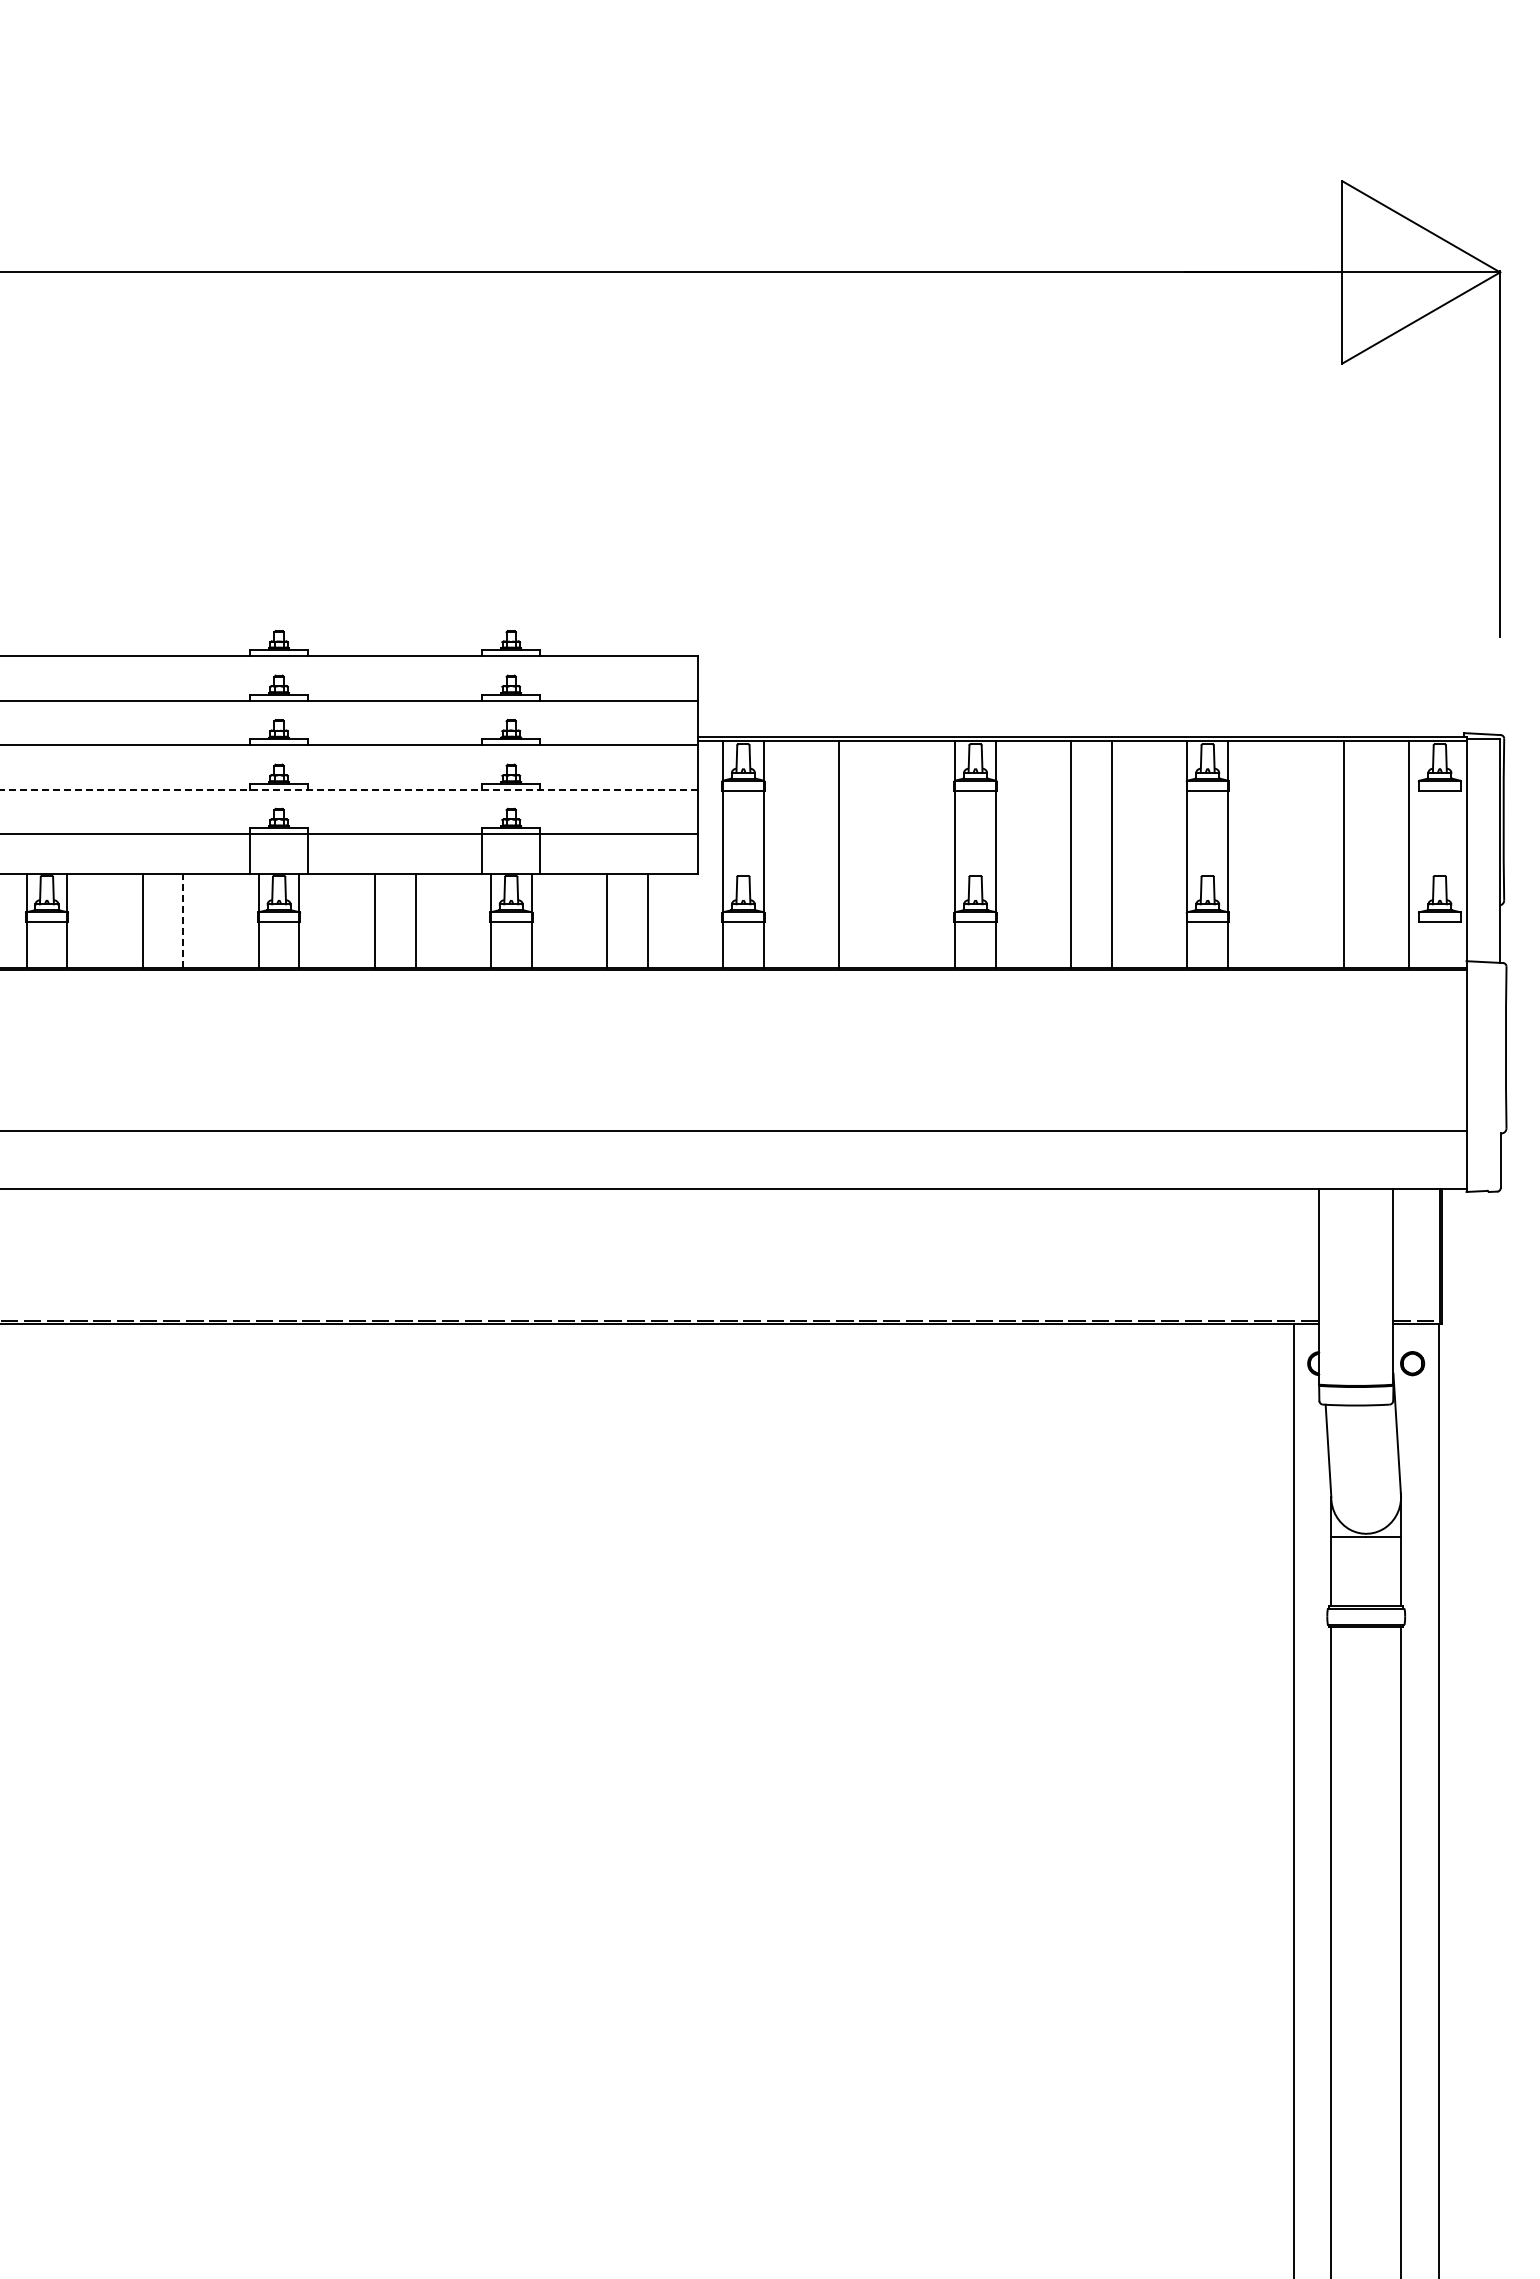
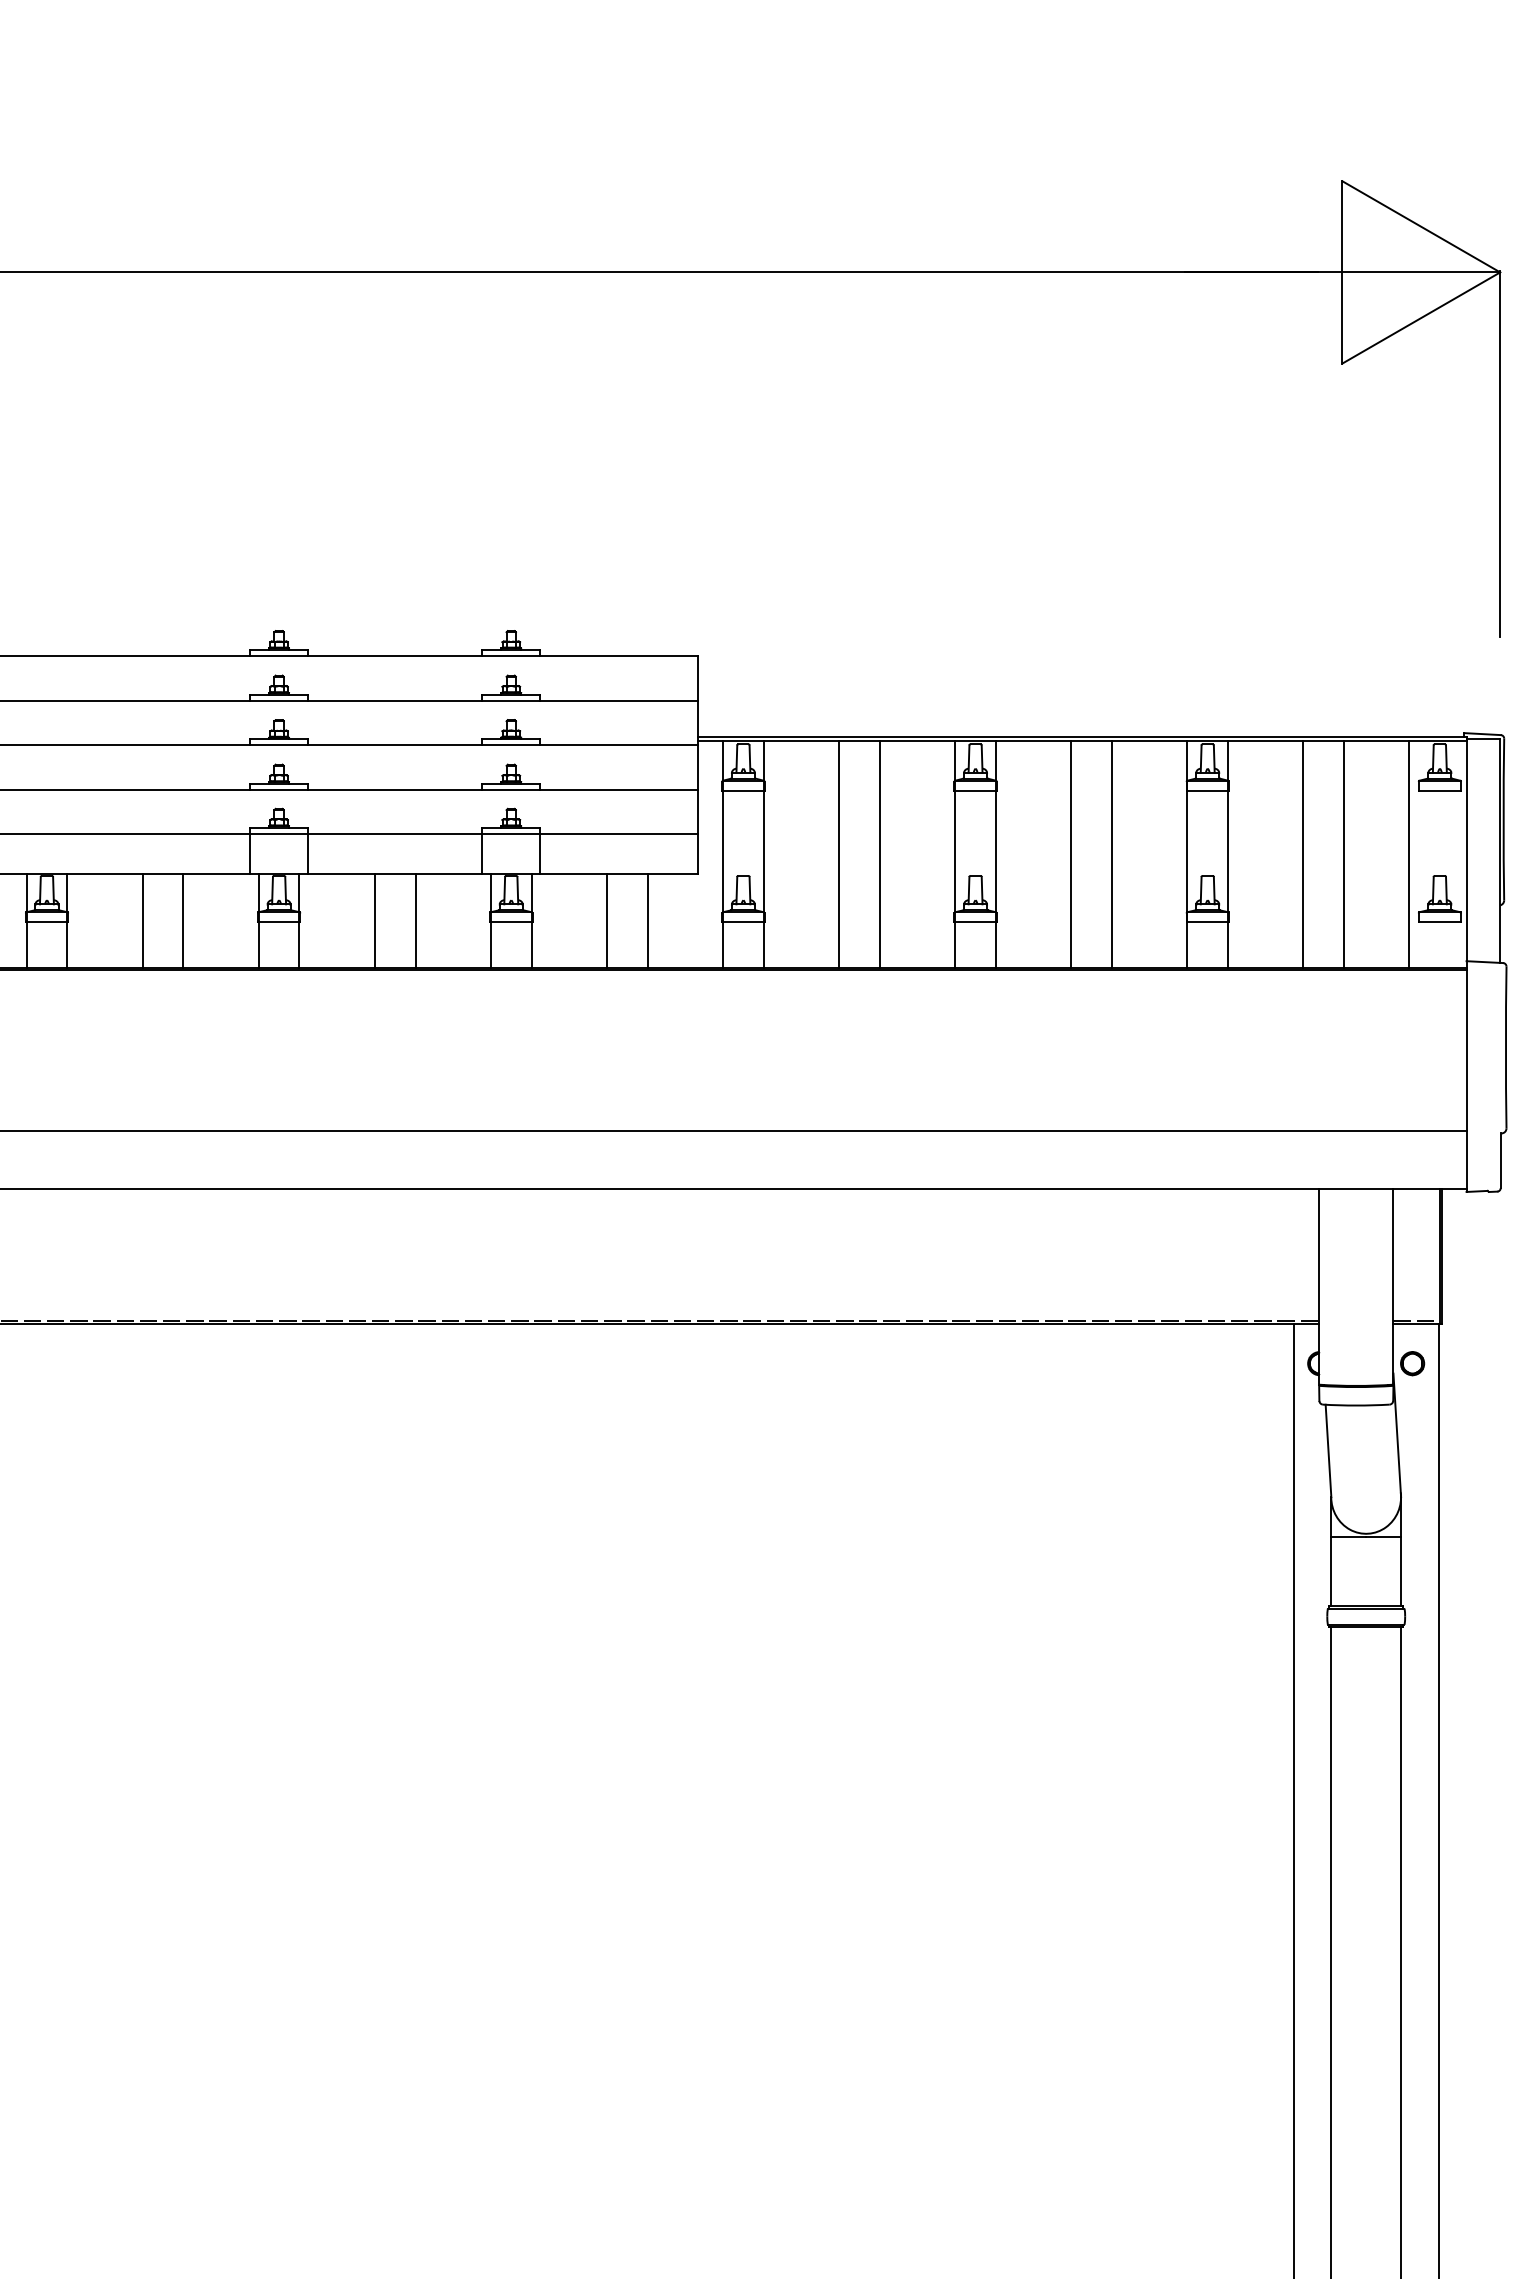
line at (349, 789): dashed -> solid
line at (879, 854): none -> present
line at (1303, 854): none -> present
line at (183, 920): dashed -> solid
